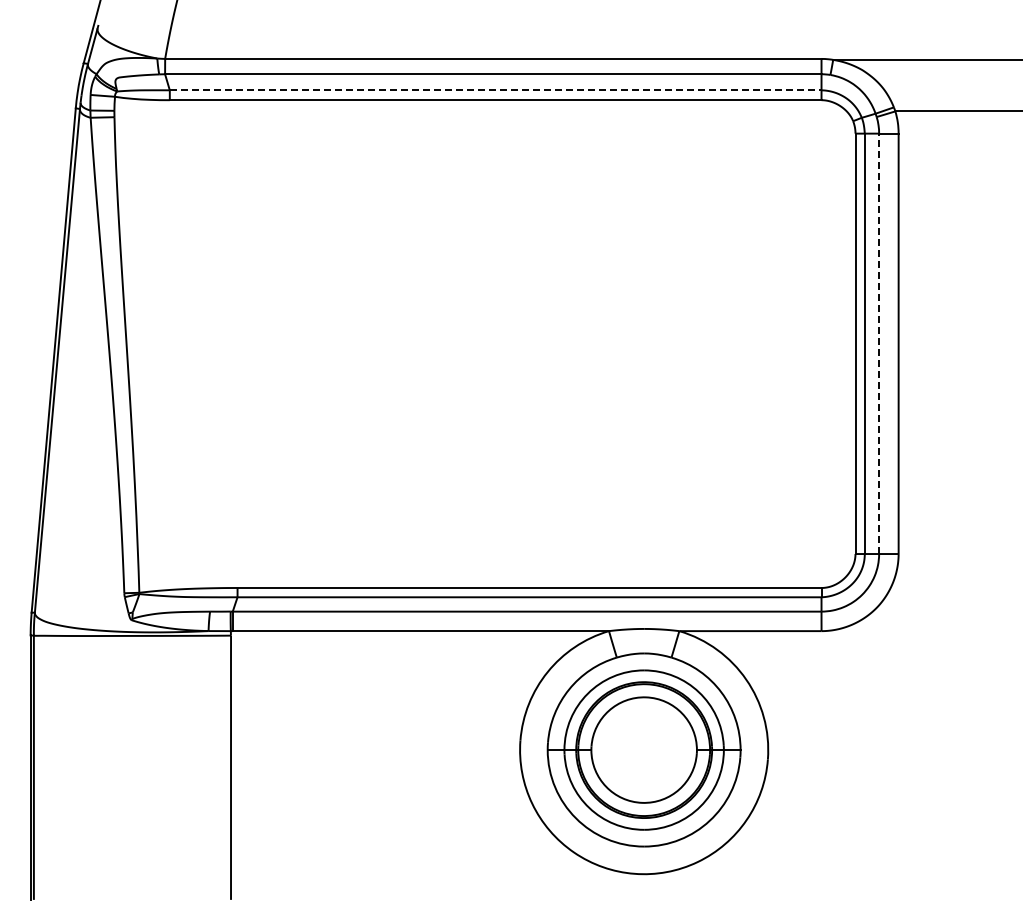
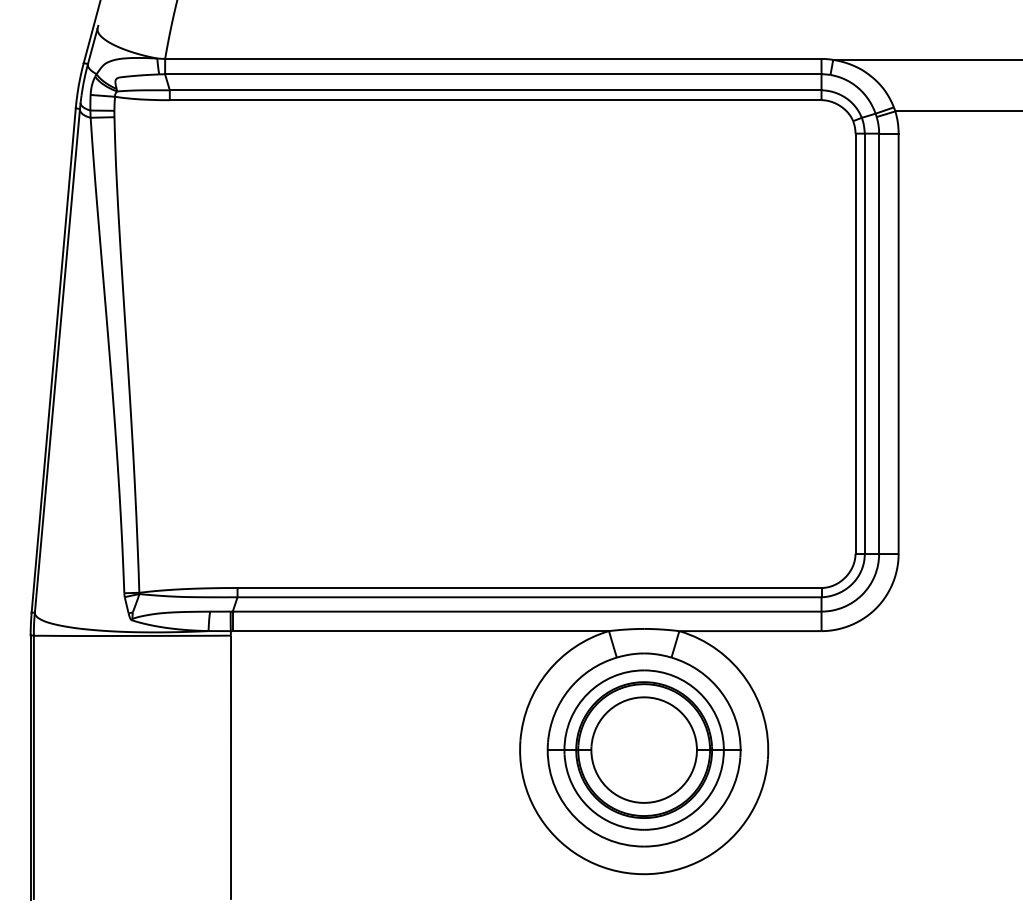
line at (495, 90): dashed -> solid
line at (879, 343): dashed -> solid
